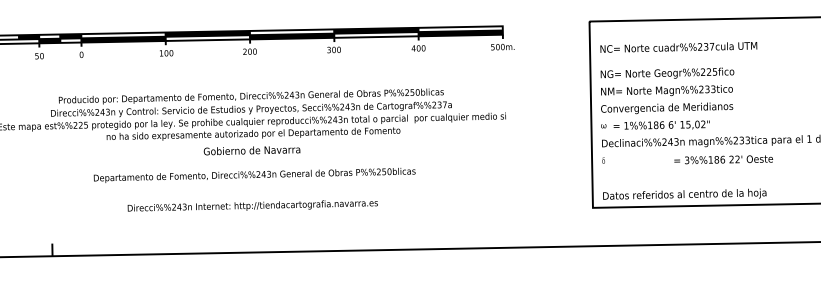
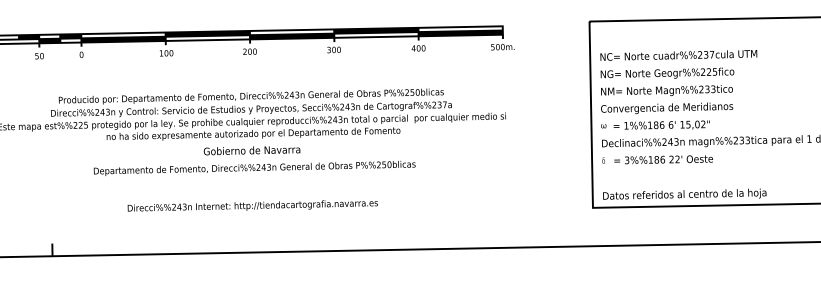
text at (678, 47) position: (678, 47) -> (678, 55)
text at (723, 159) position: (723, 159) -> (663, 159)
text at (254, 175) position: (254, 175) -> (254, 168)
